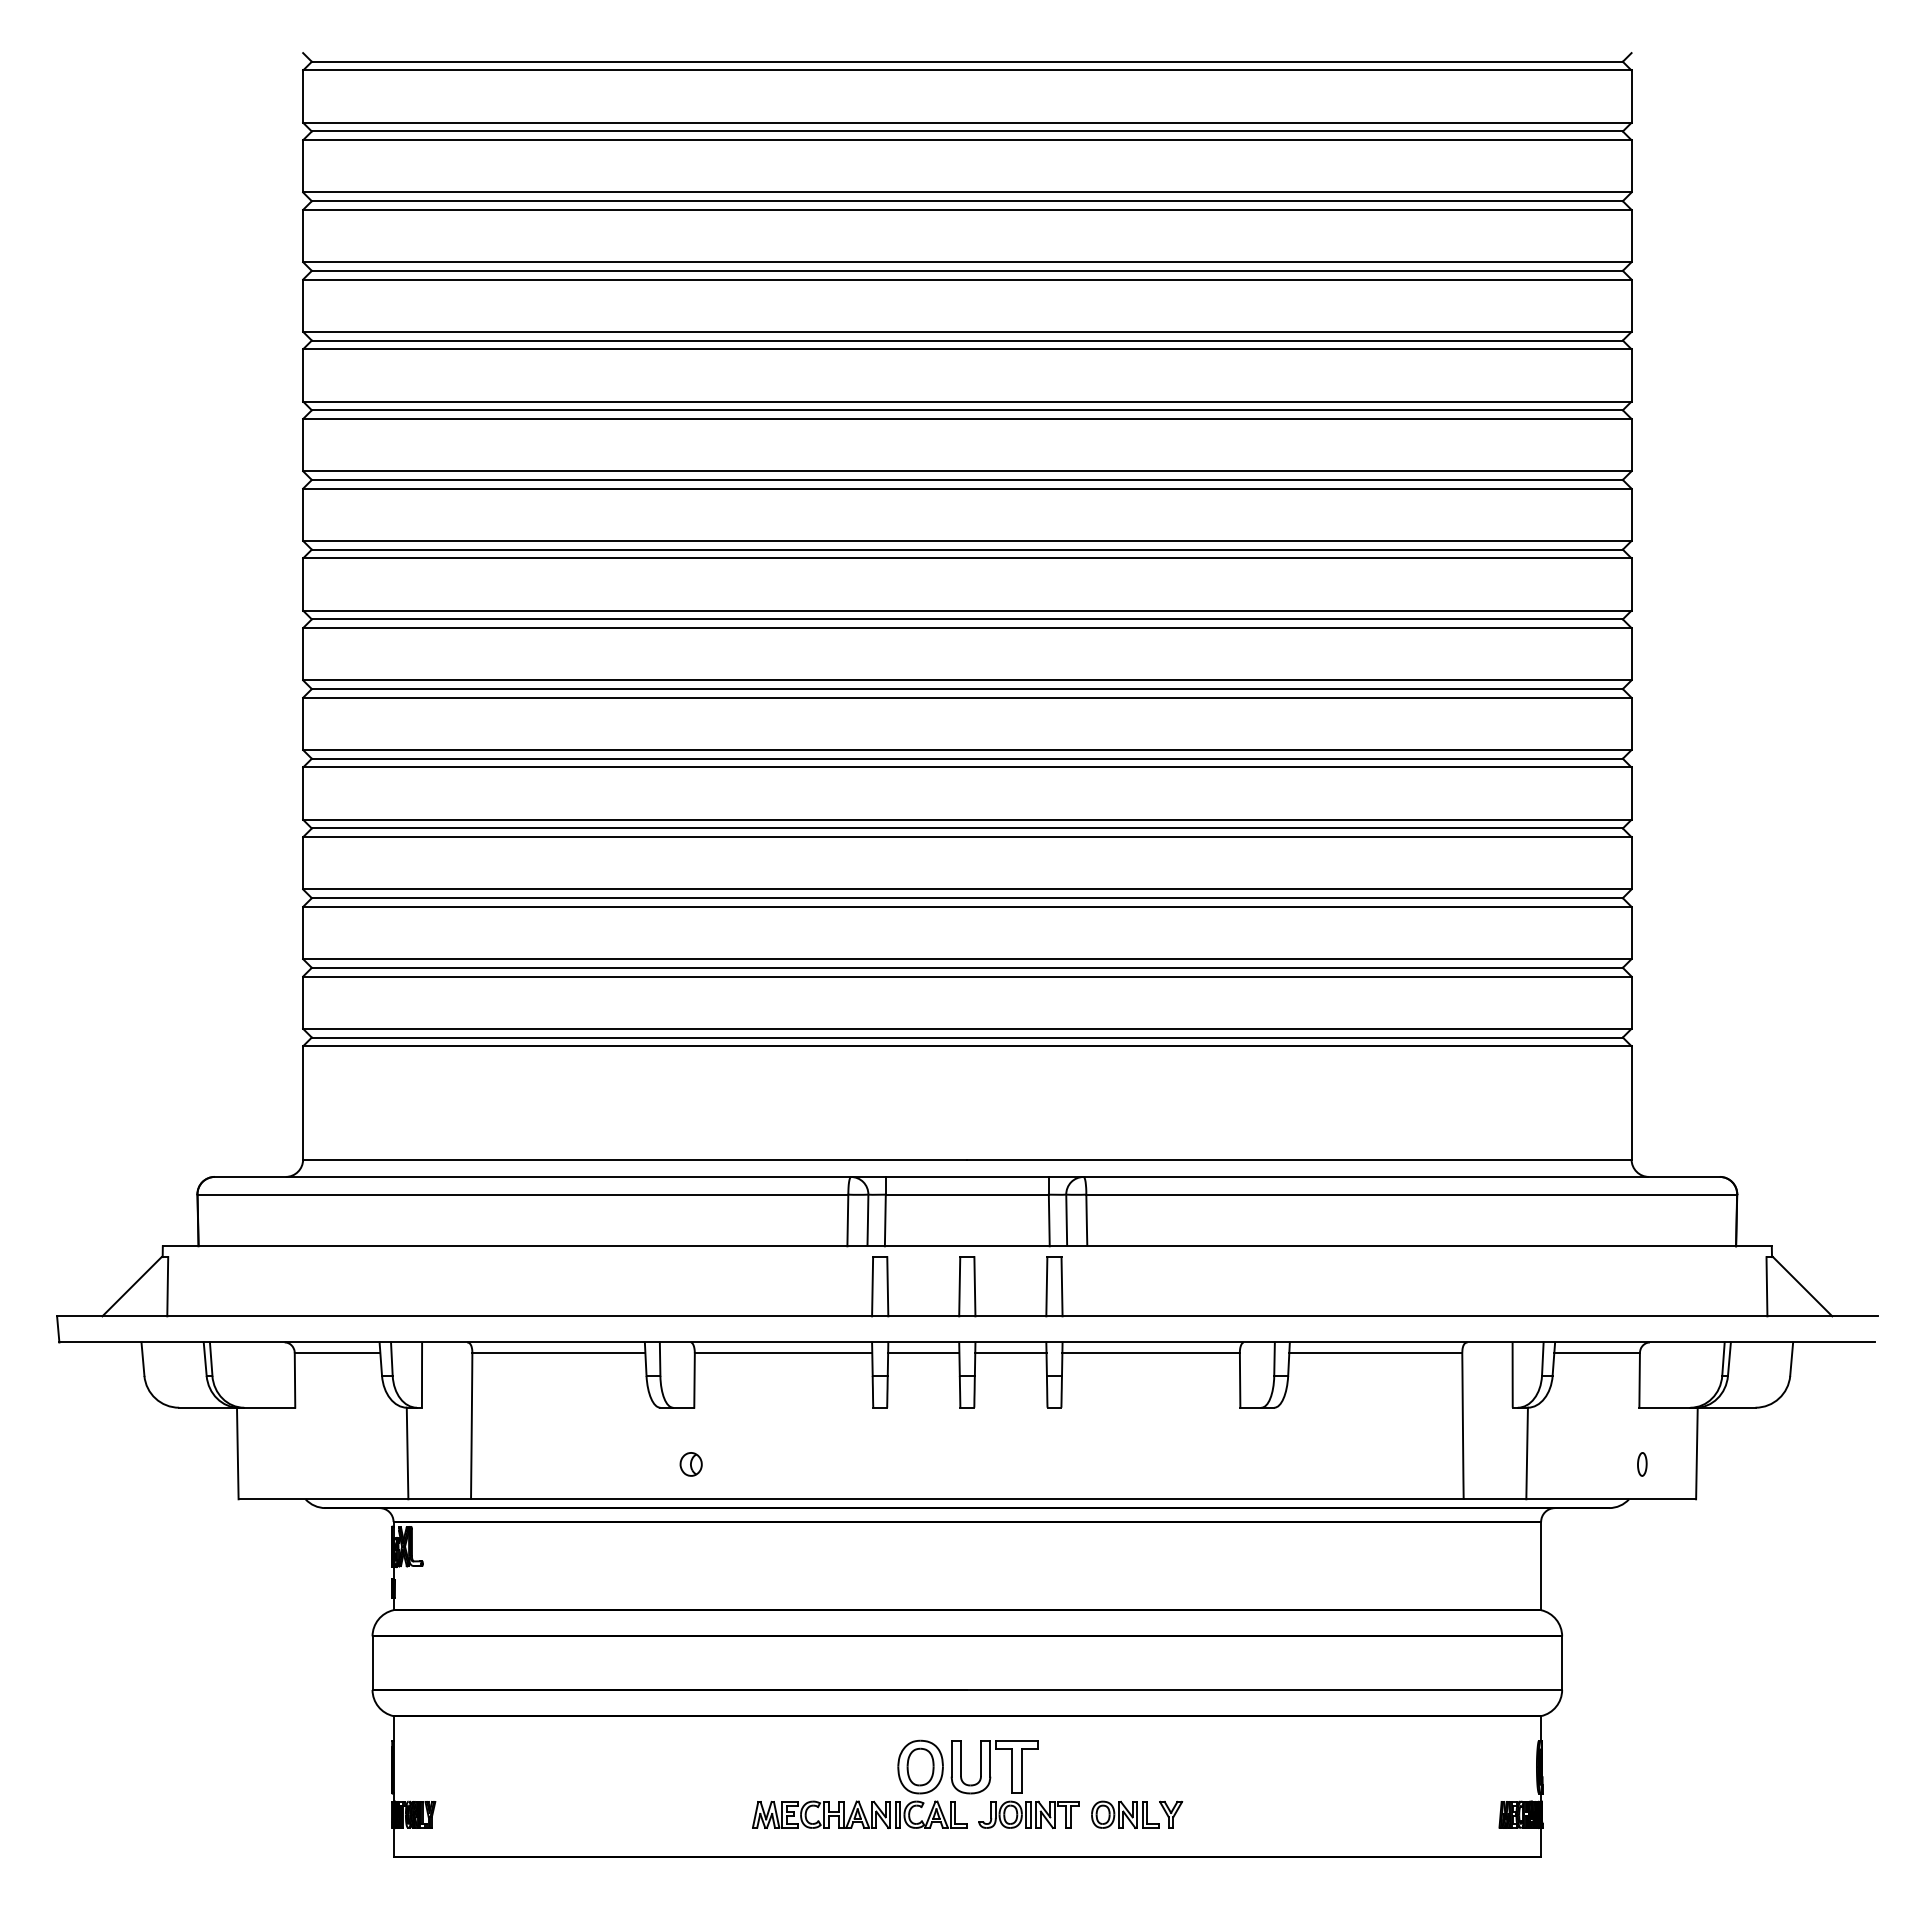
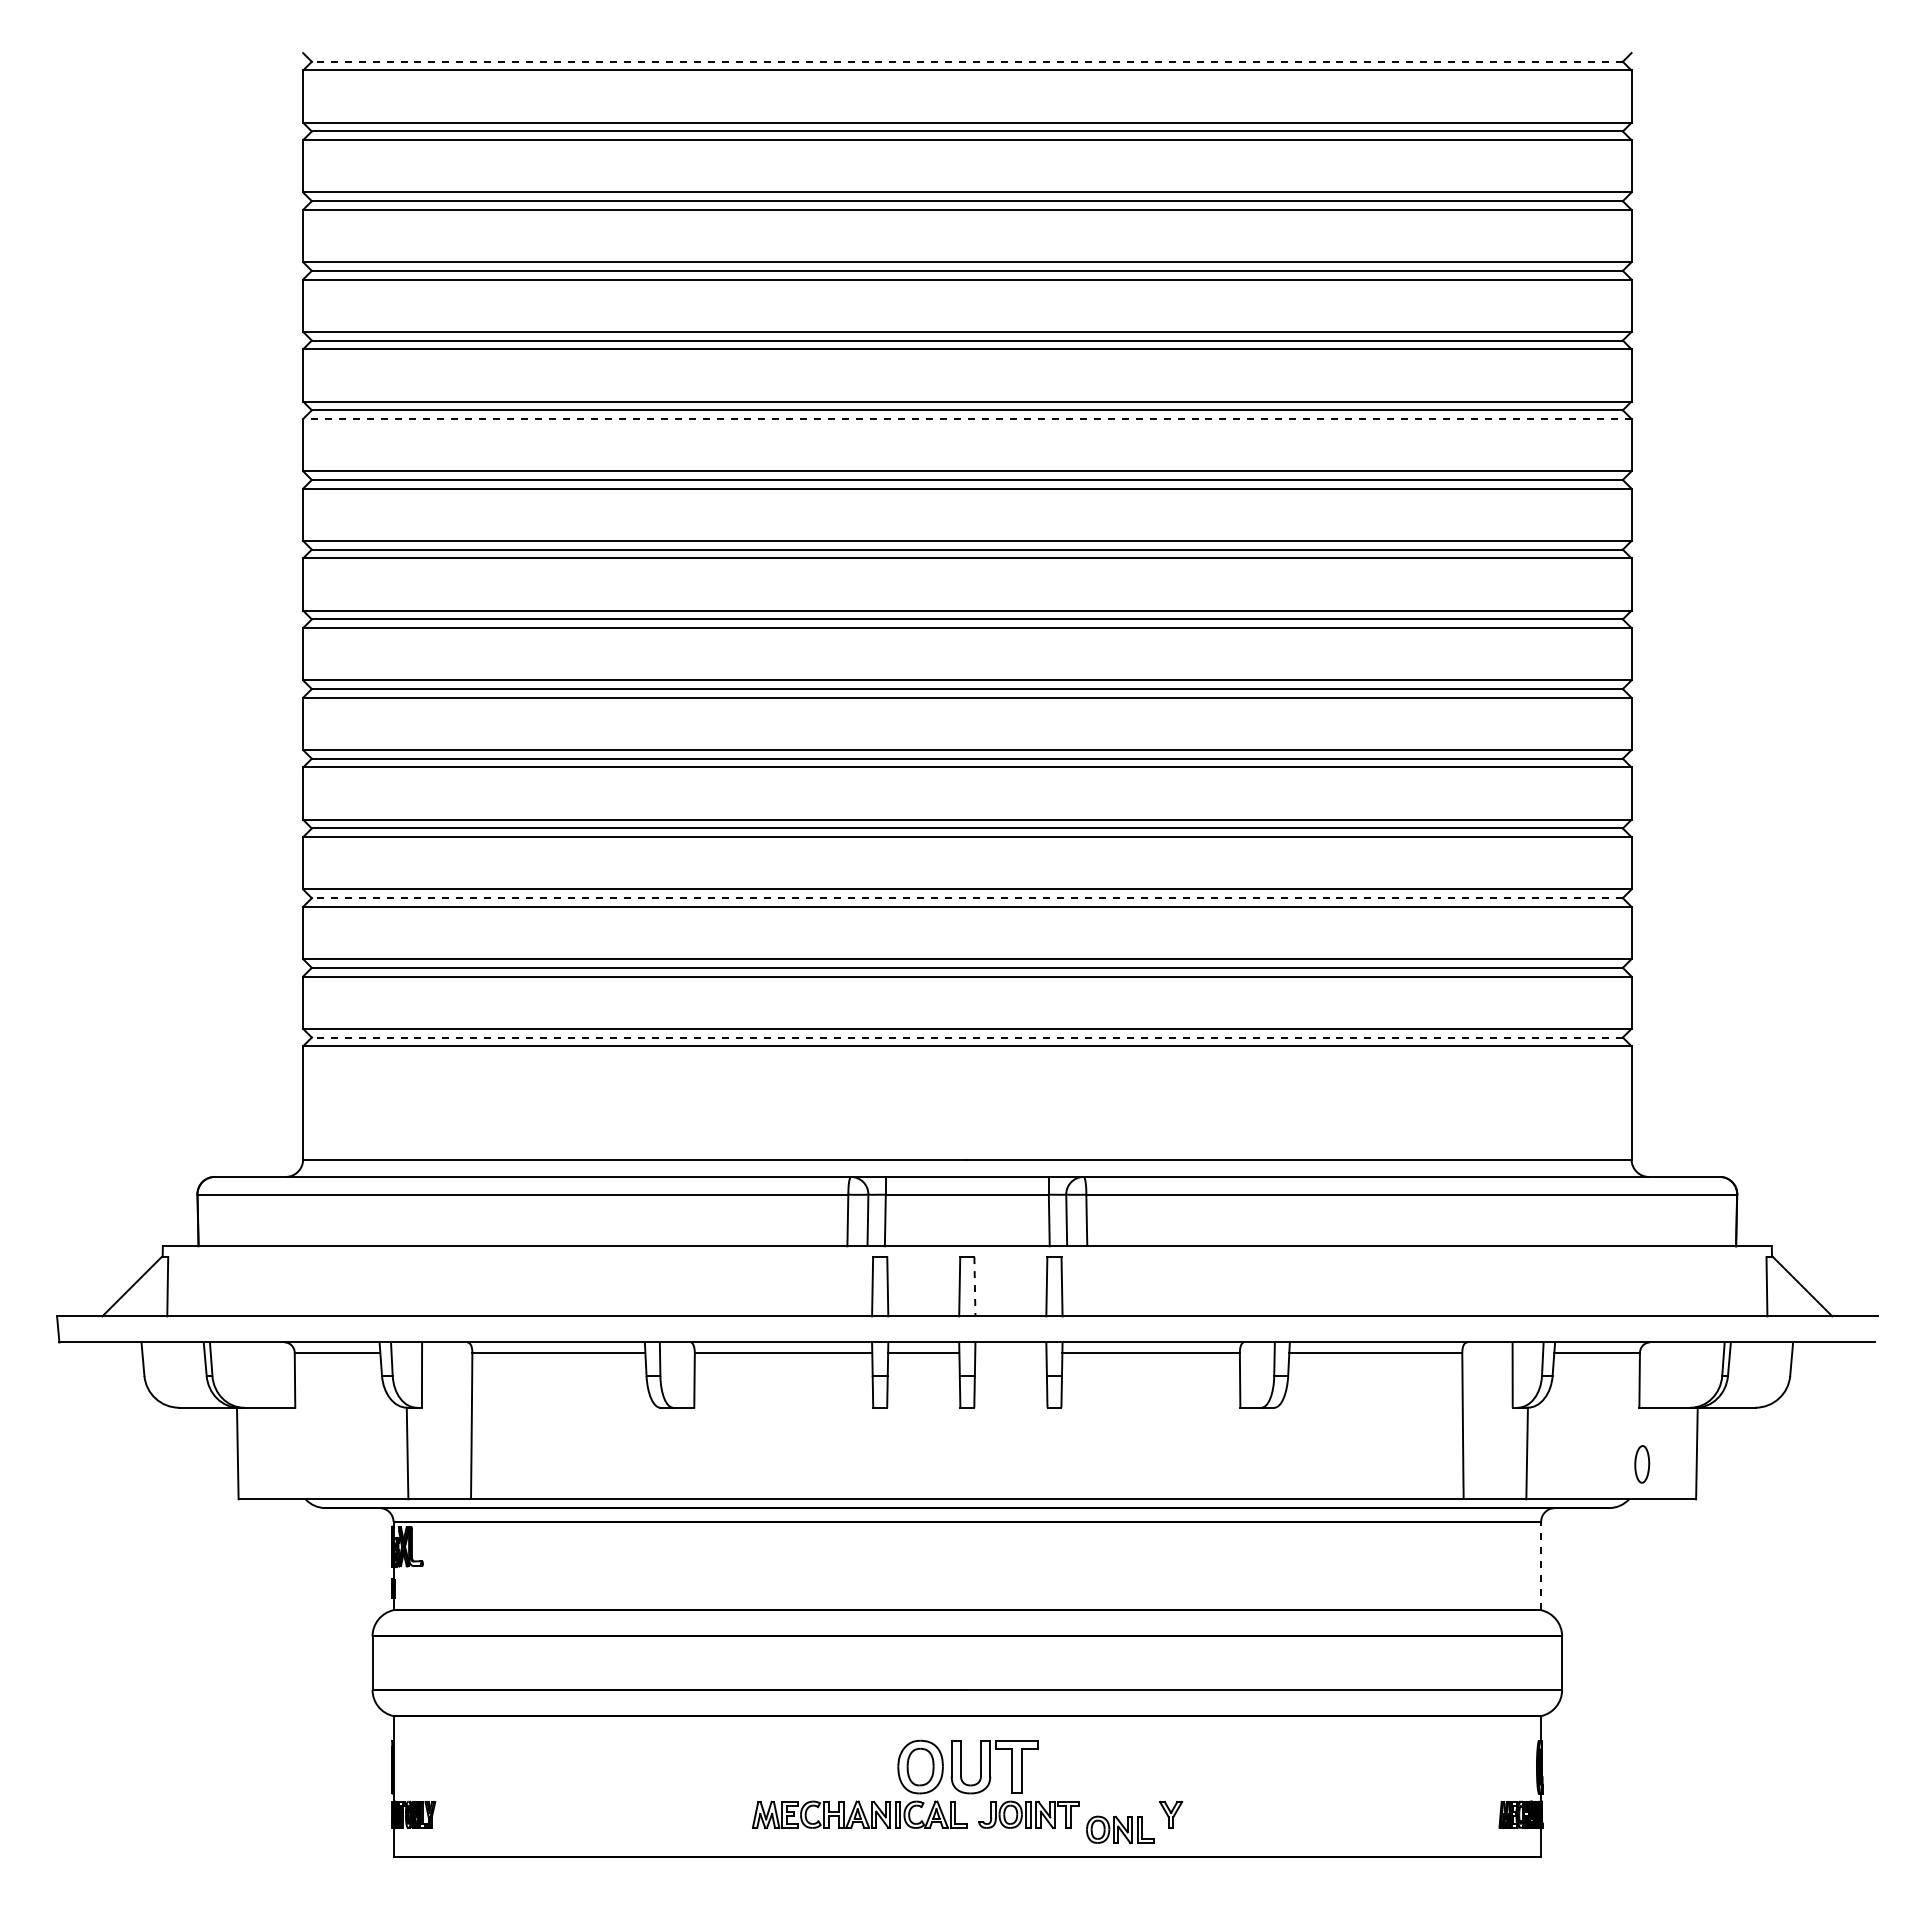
line at (967, 61): solid -> dashed
line at (966, 418): solid -> dashed
line at (967, 898): solid -> dashed
line at (967, 1037): solid -> dashed
line at (974, 1286): solid -> dashed
line at (1010, 1353): present -> none
part at (690, 1464): present -> none
part at (1642, 1464) size: 11x25 px -> 17x39 px
line at (1541, 1565): solid -> dashed
part at (1125, 1814) position: (1125, 1814) -> (1120, 1829)
